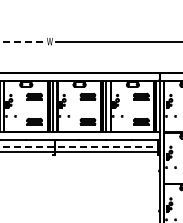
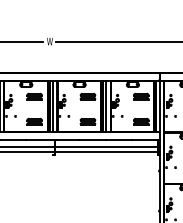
line at (22, 41): dashed -> solid
line at (78, 147): dashed -> solid
